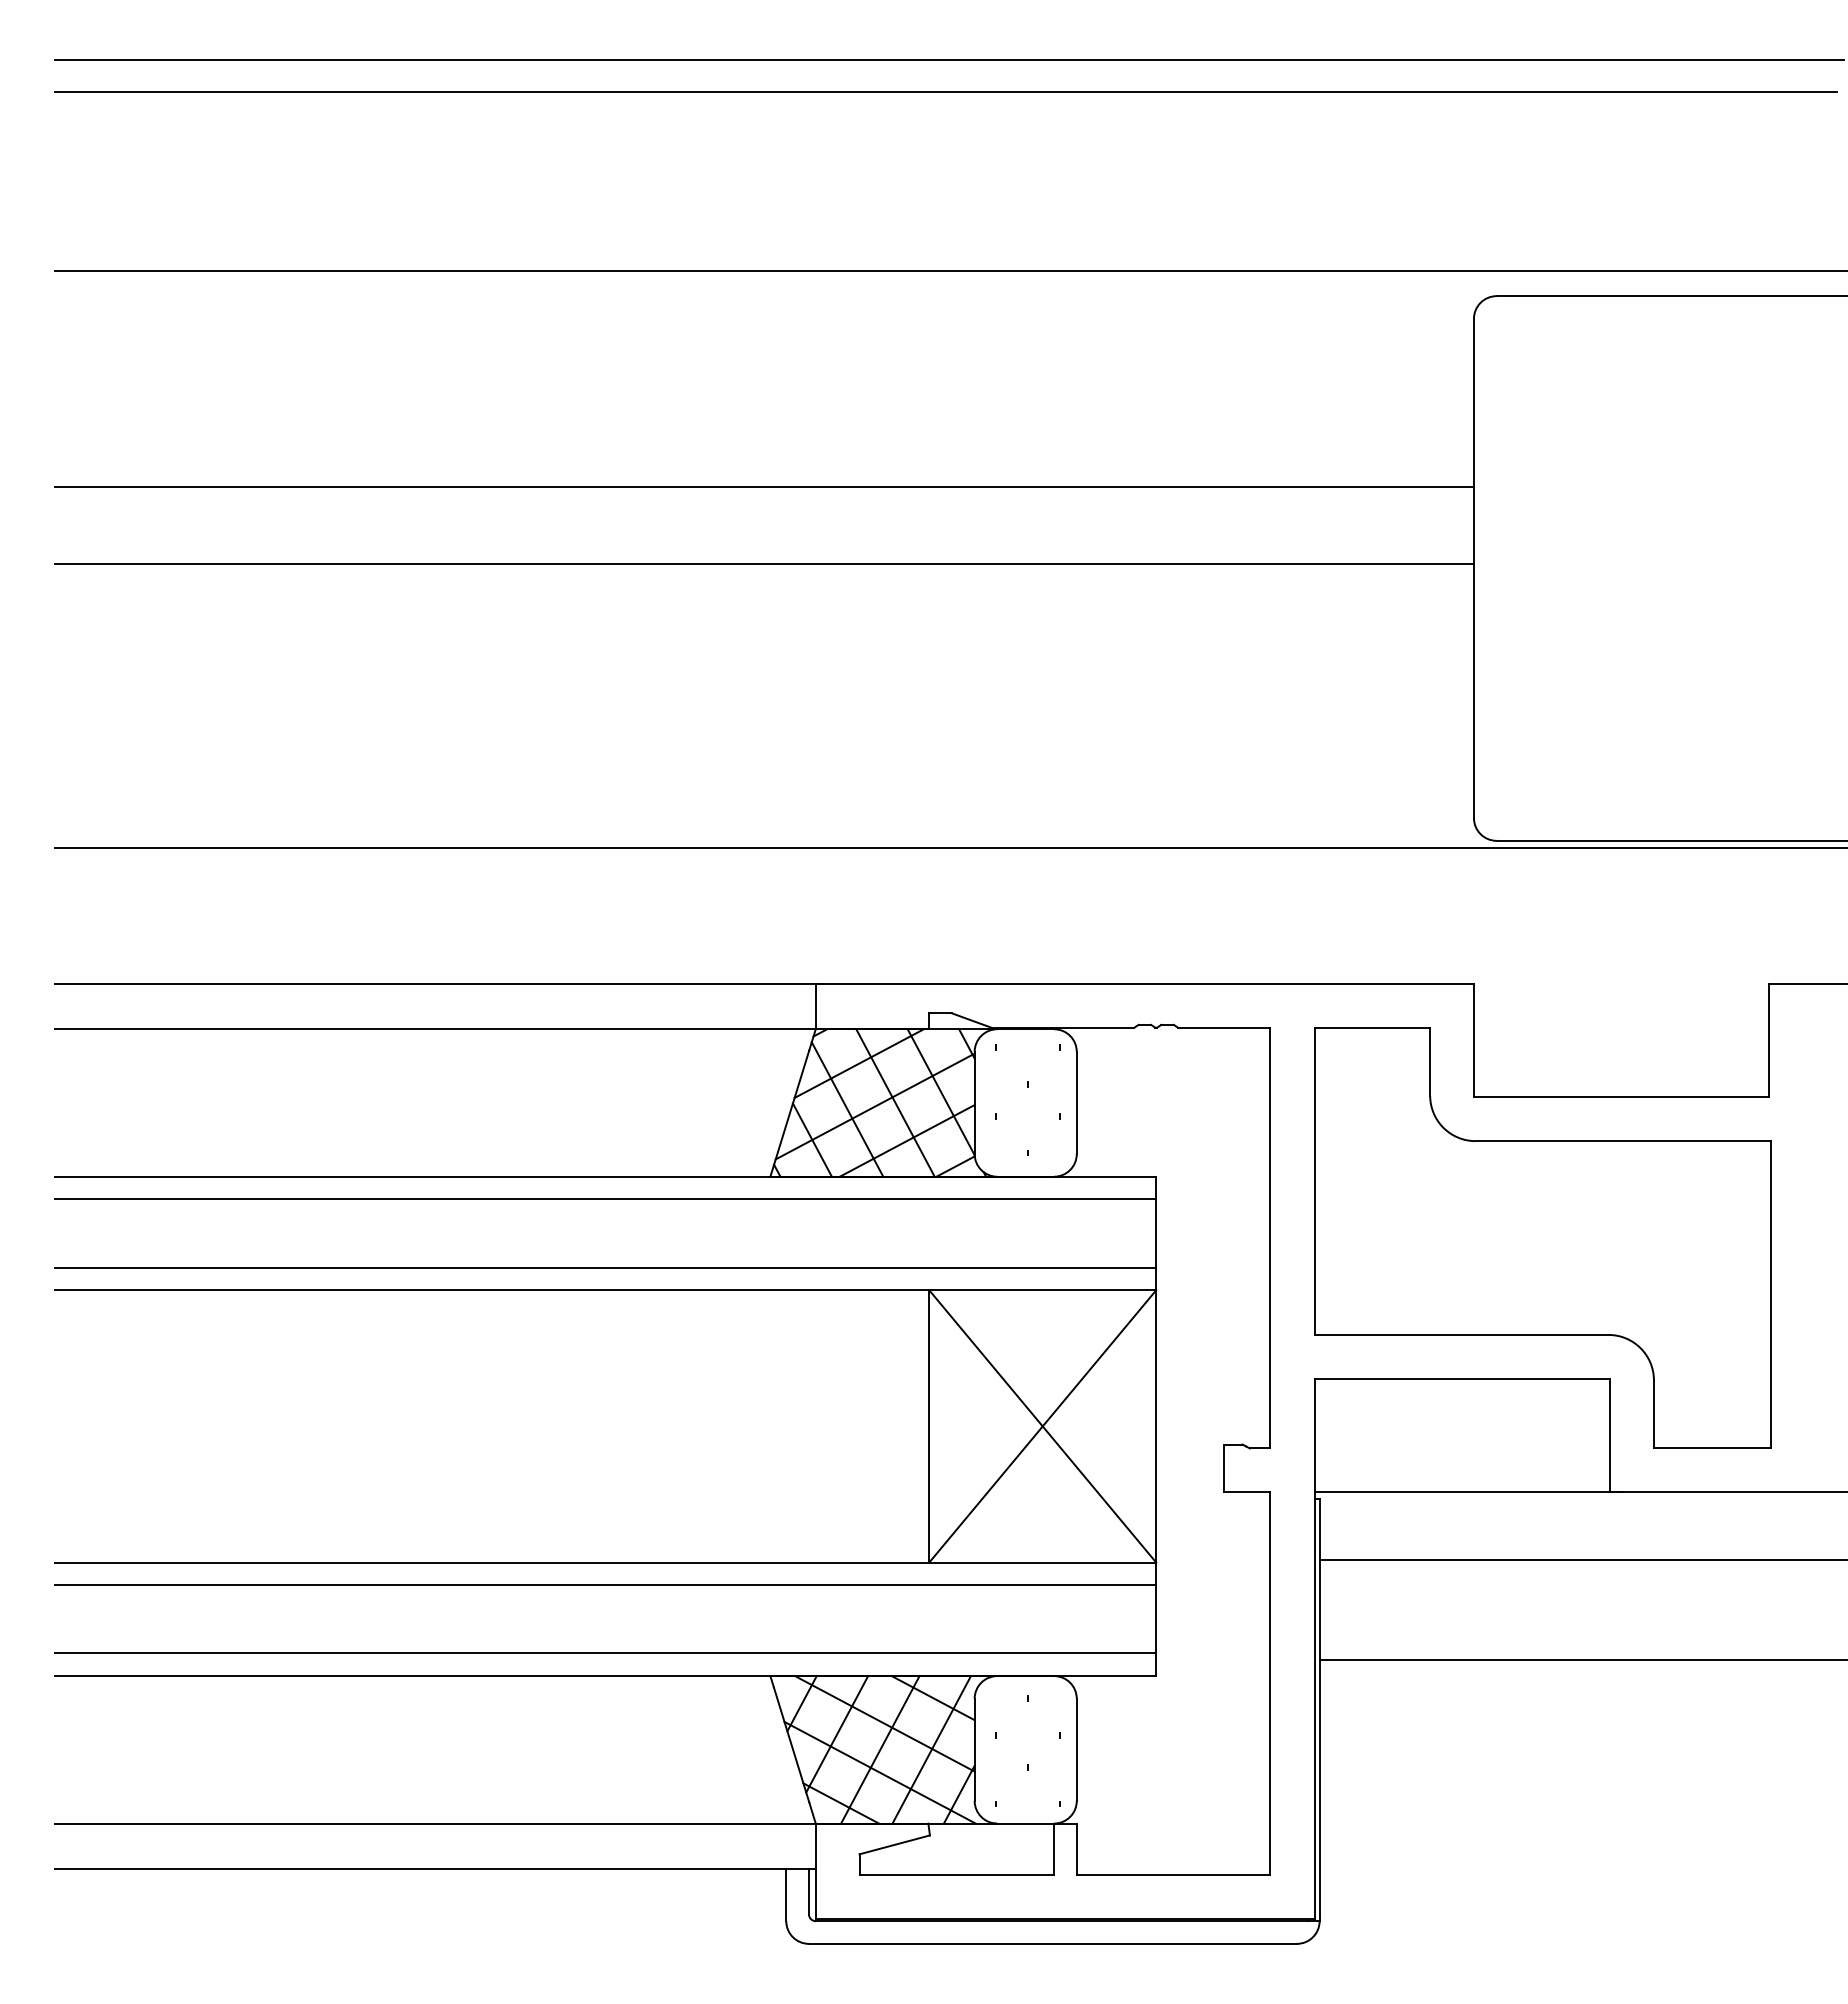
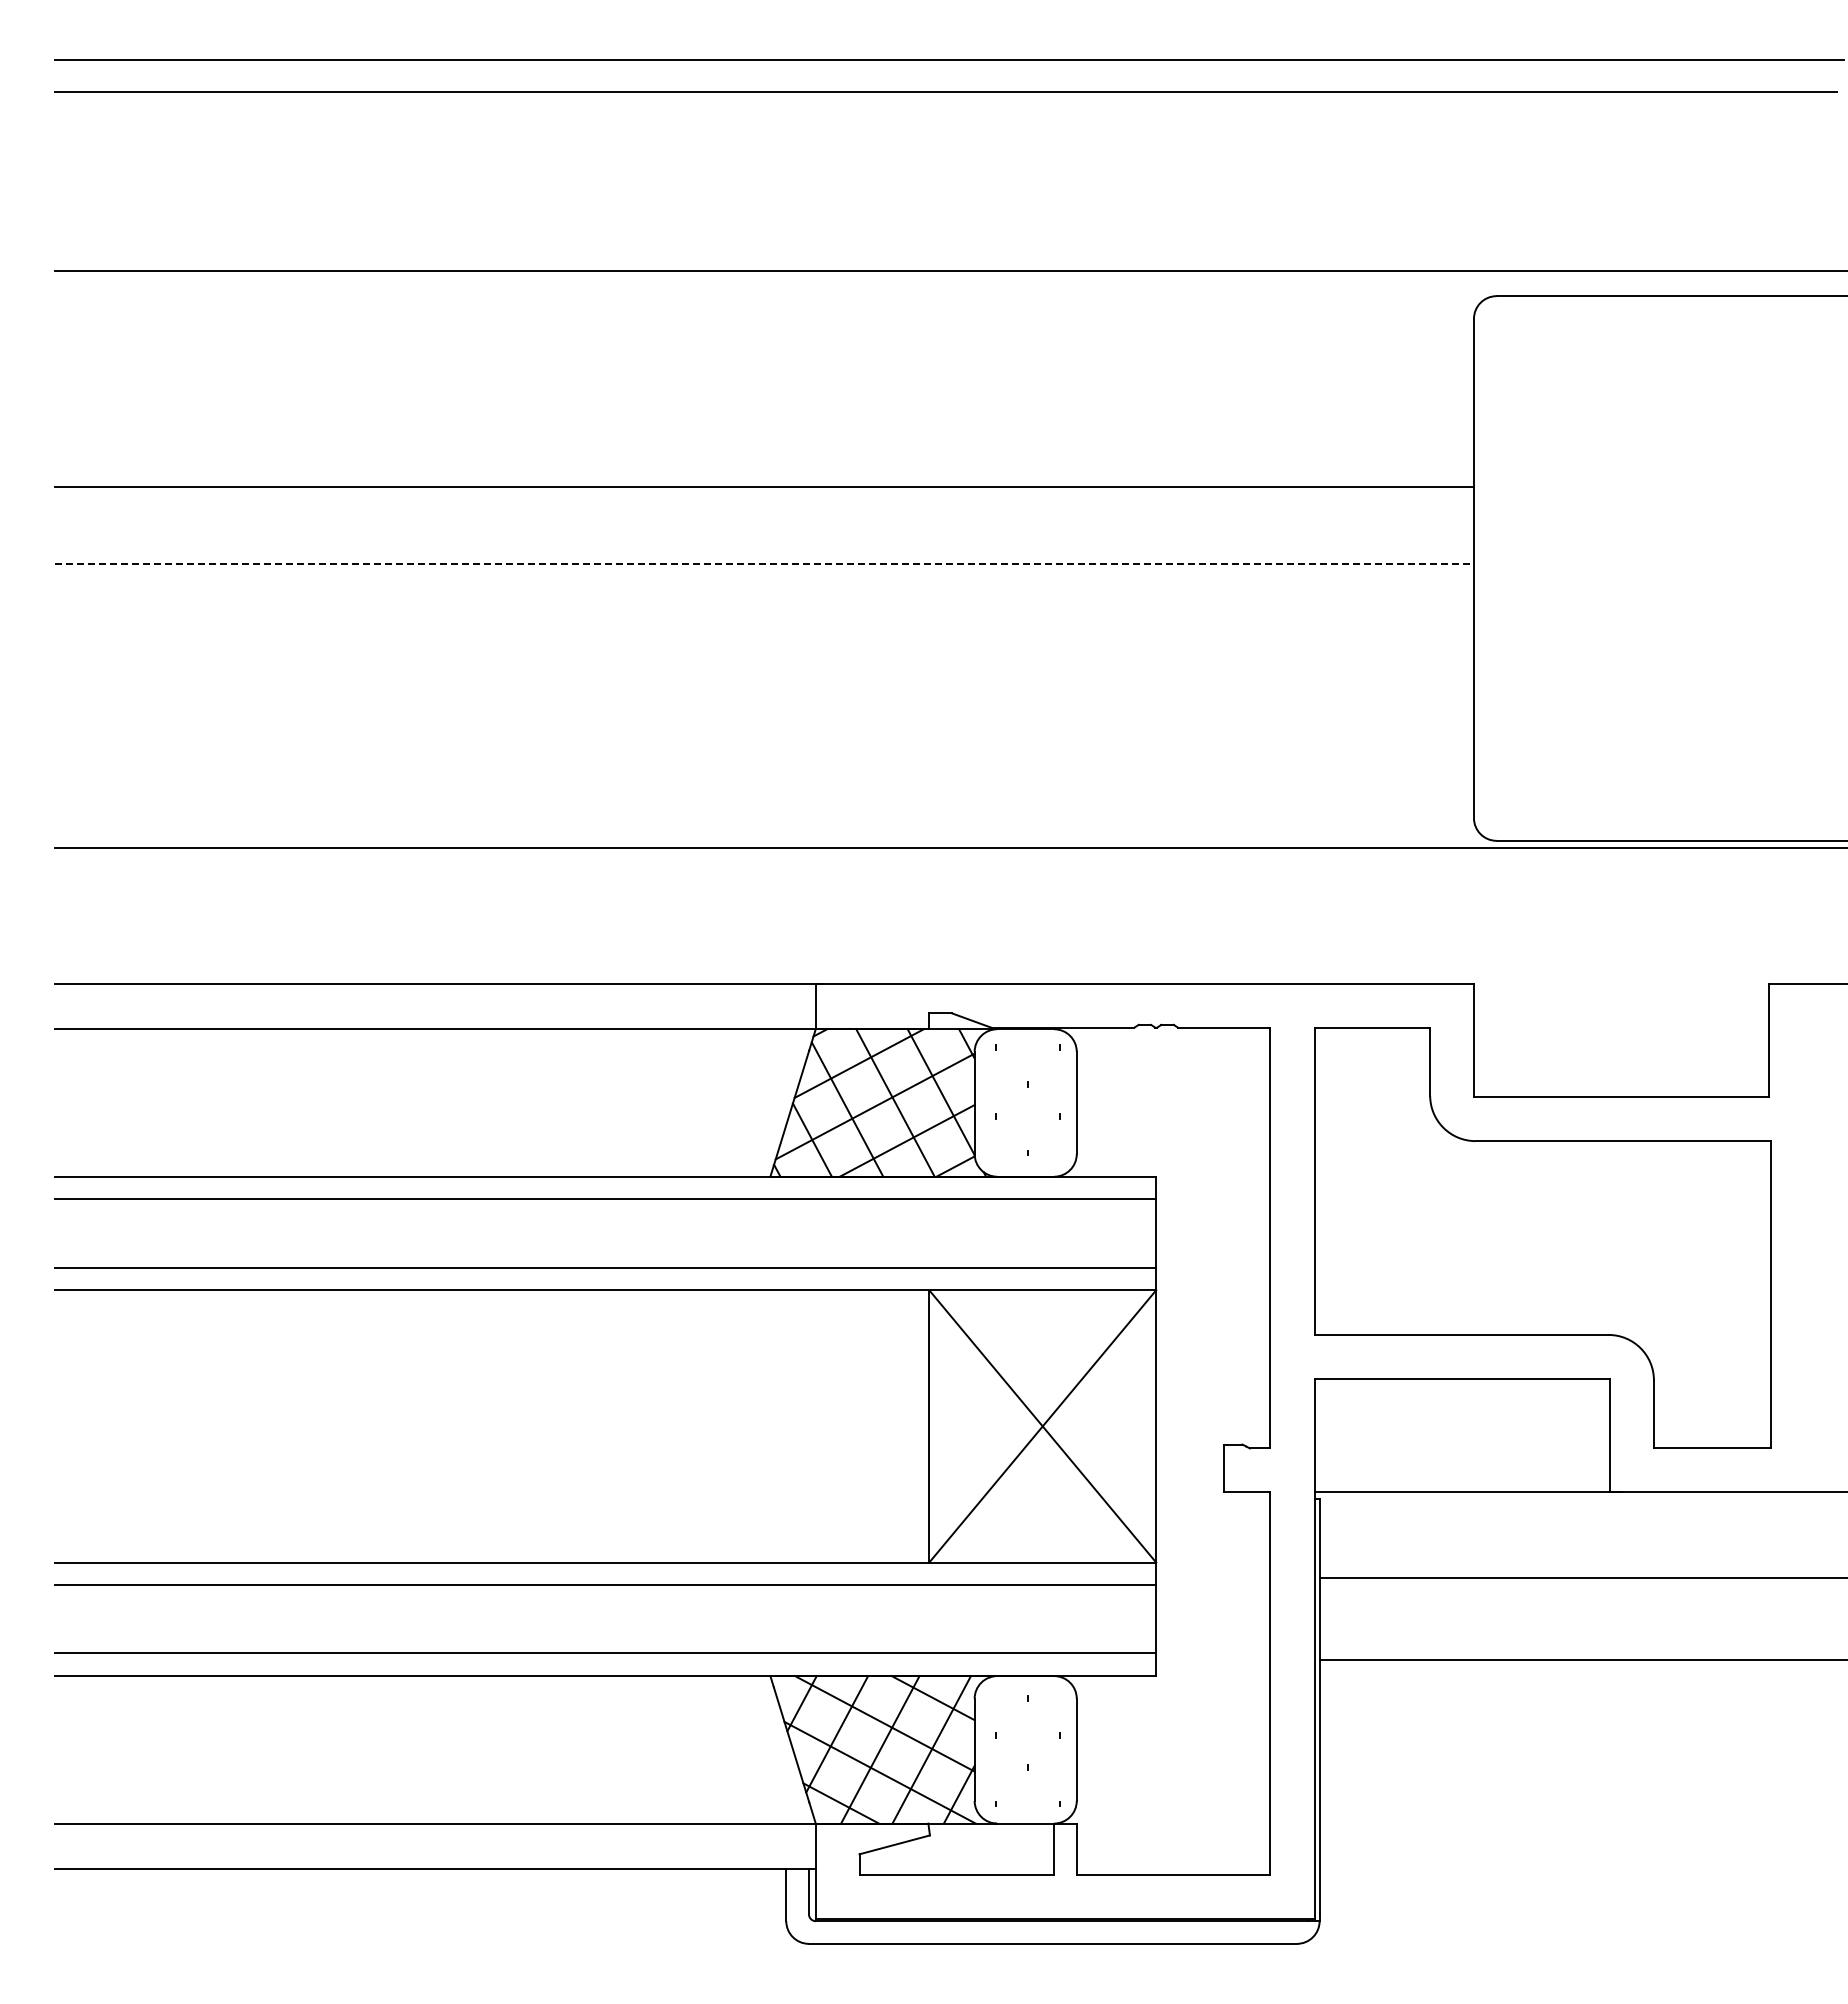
line at (765, 563): solid -> dashed
line at (1581, 1560) position: (1581, 1560) -> (1581, 1578)
